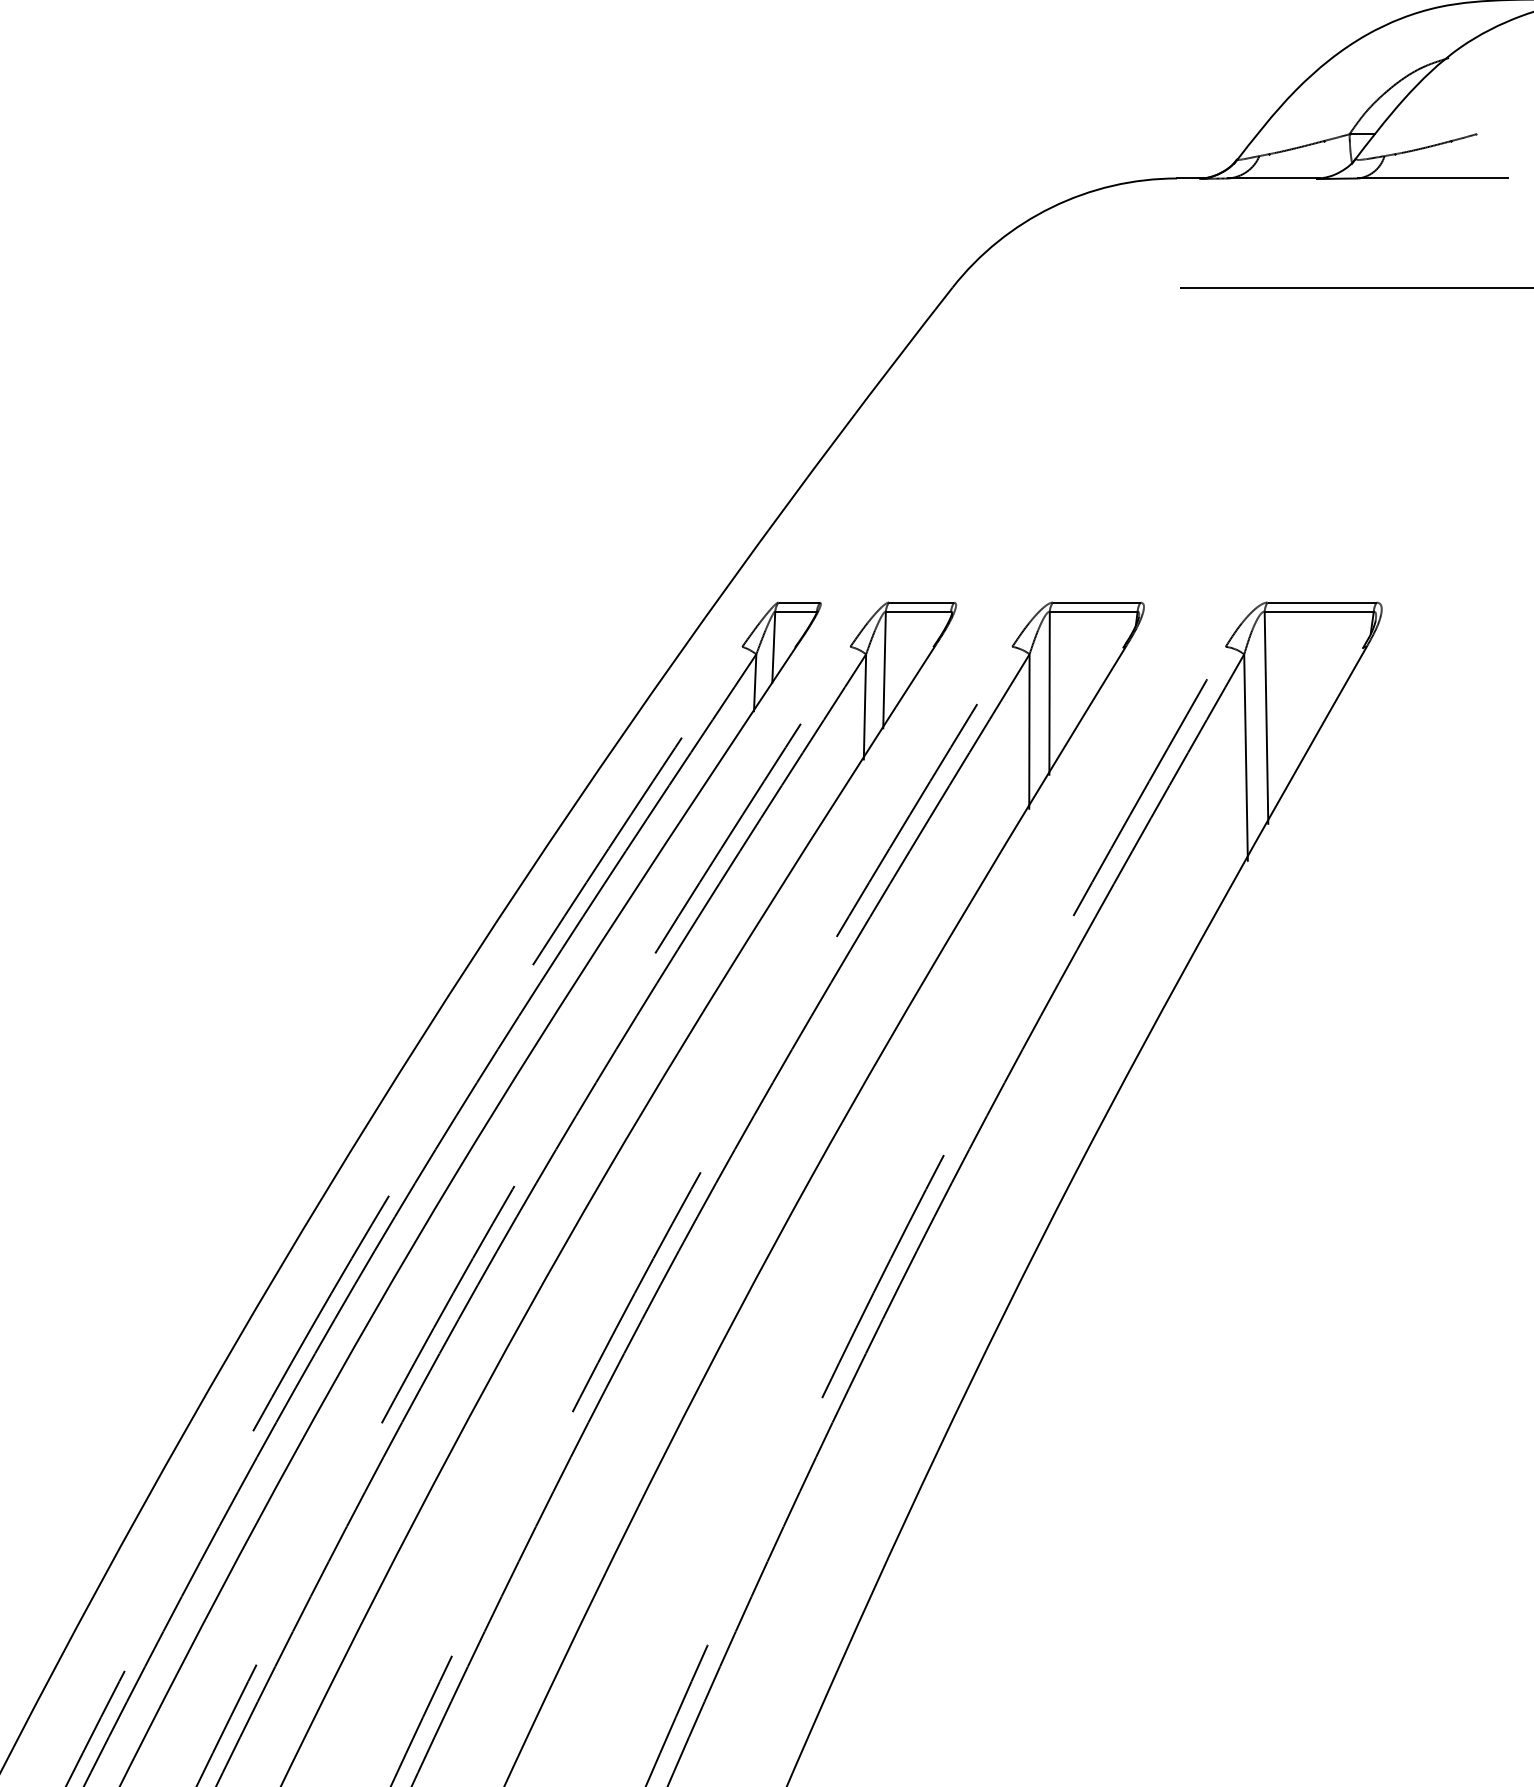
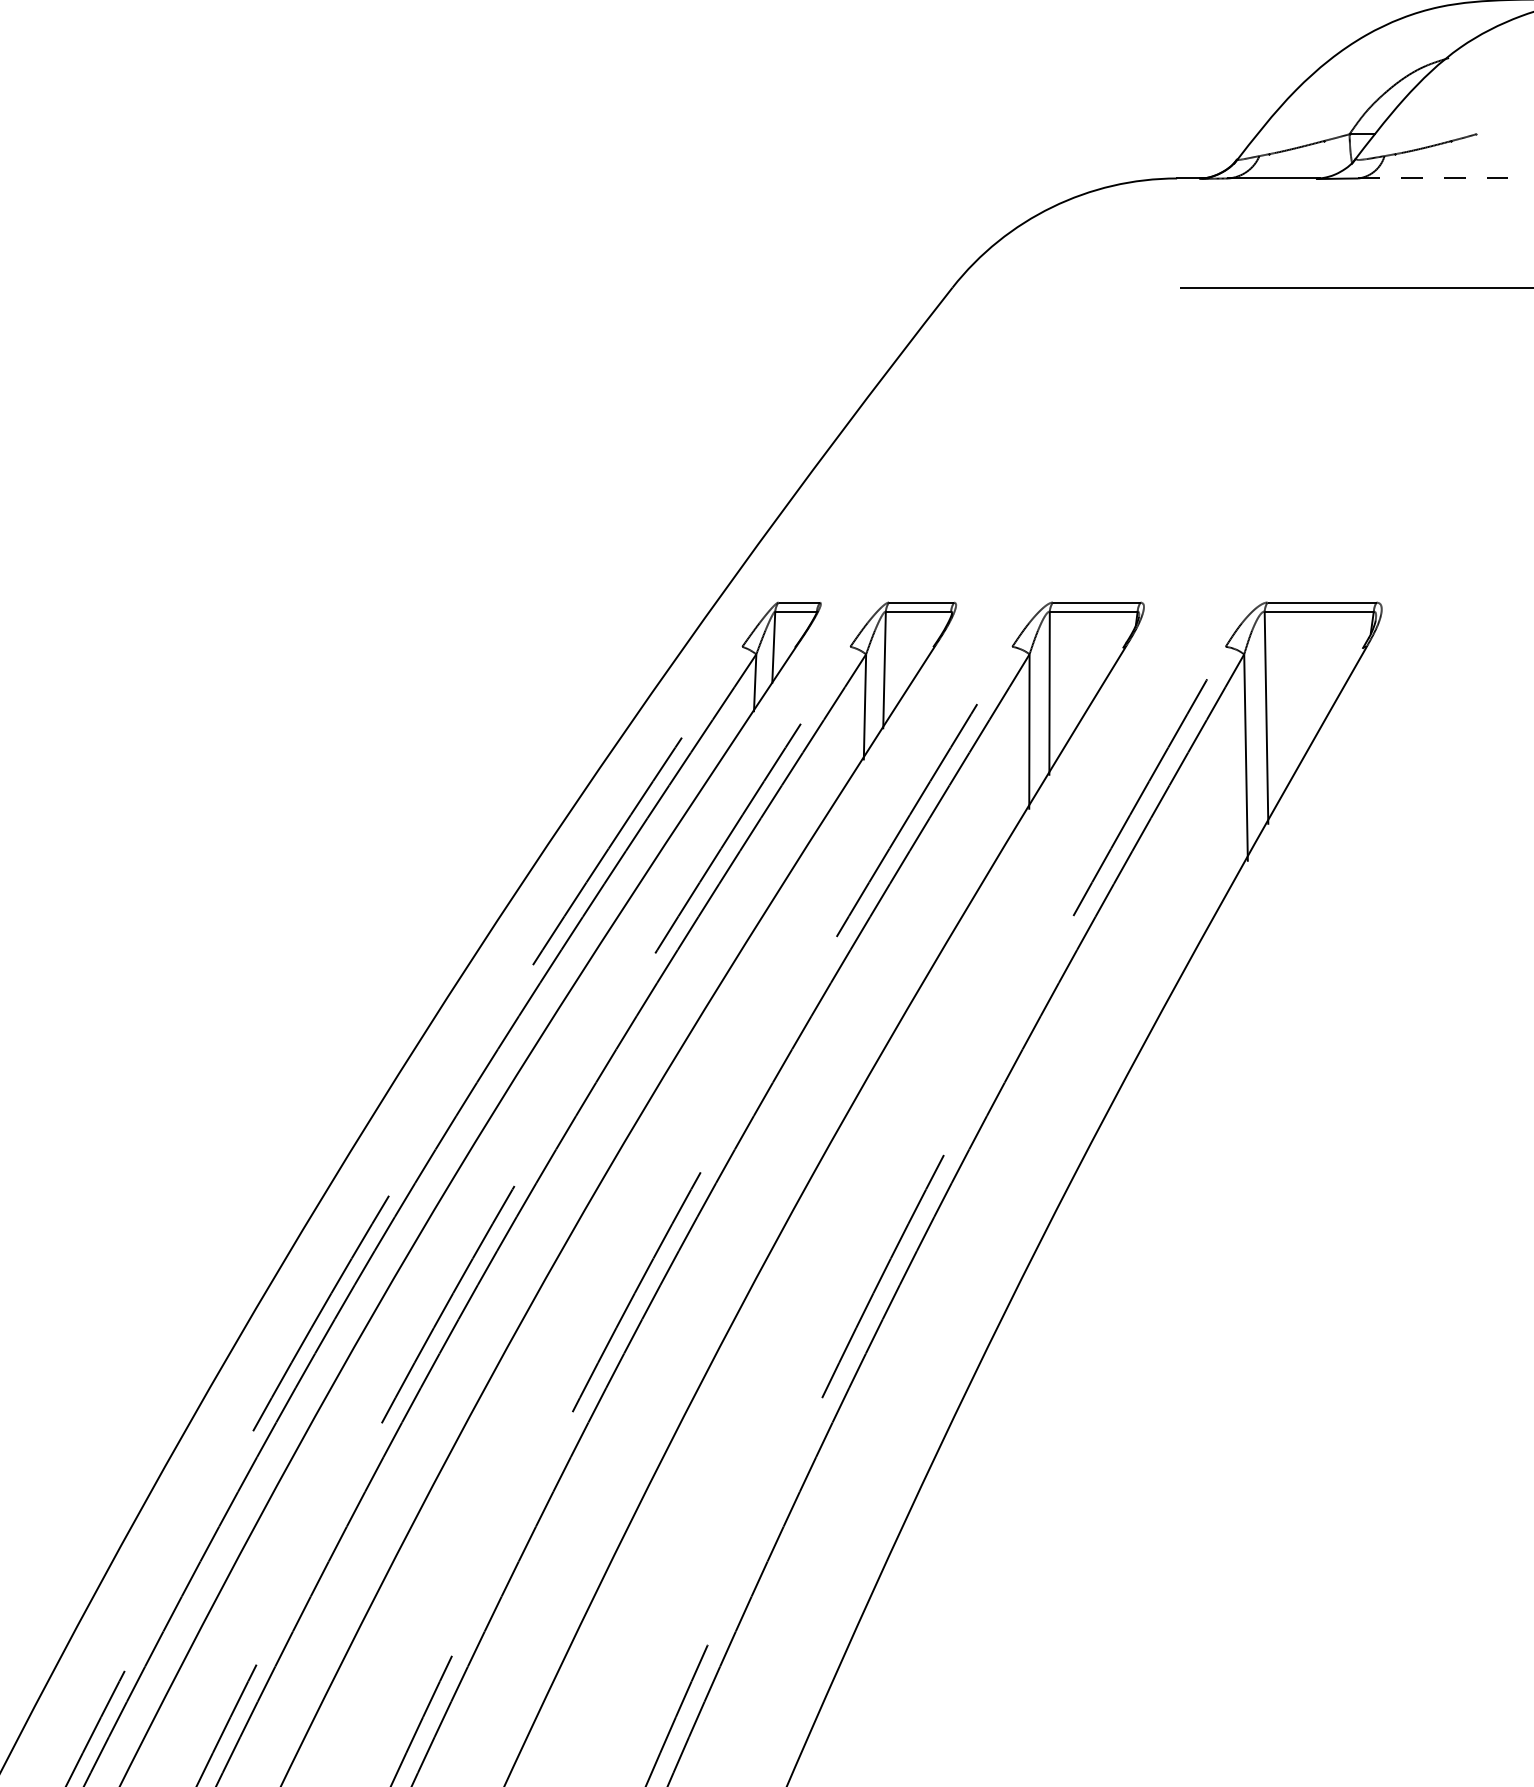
line at (1433, 178): solid -> dashed
